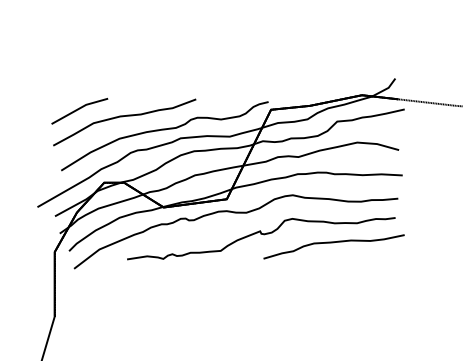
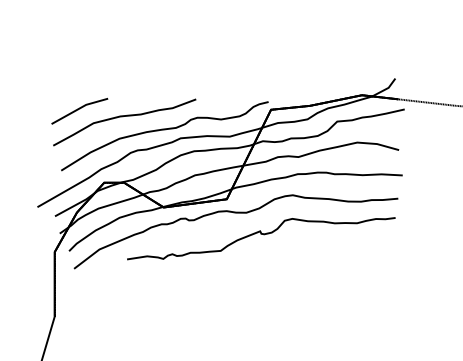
part at (333, 246): present -> none
